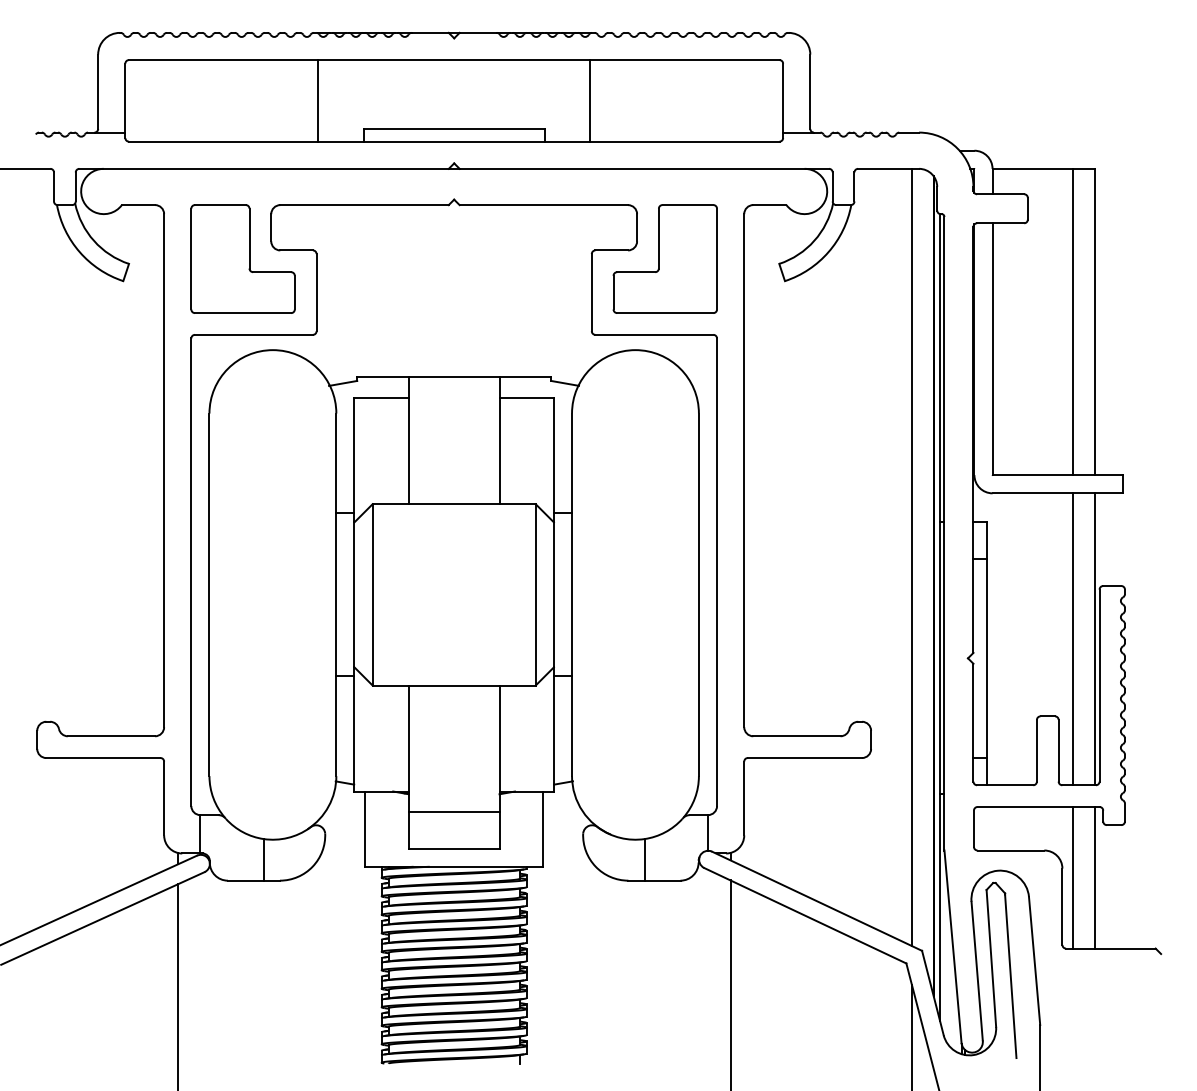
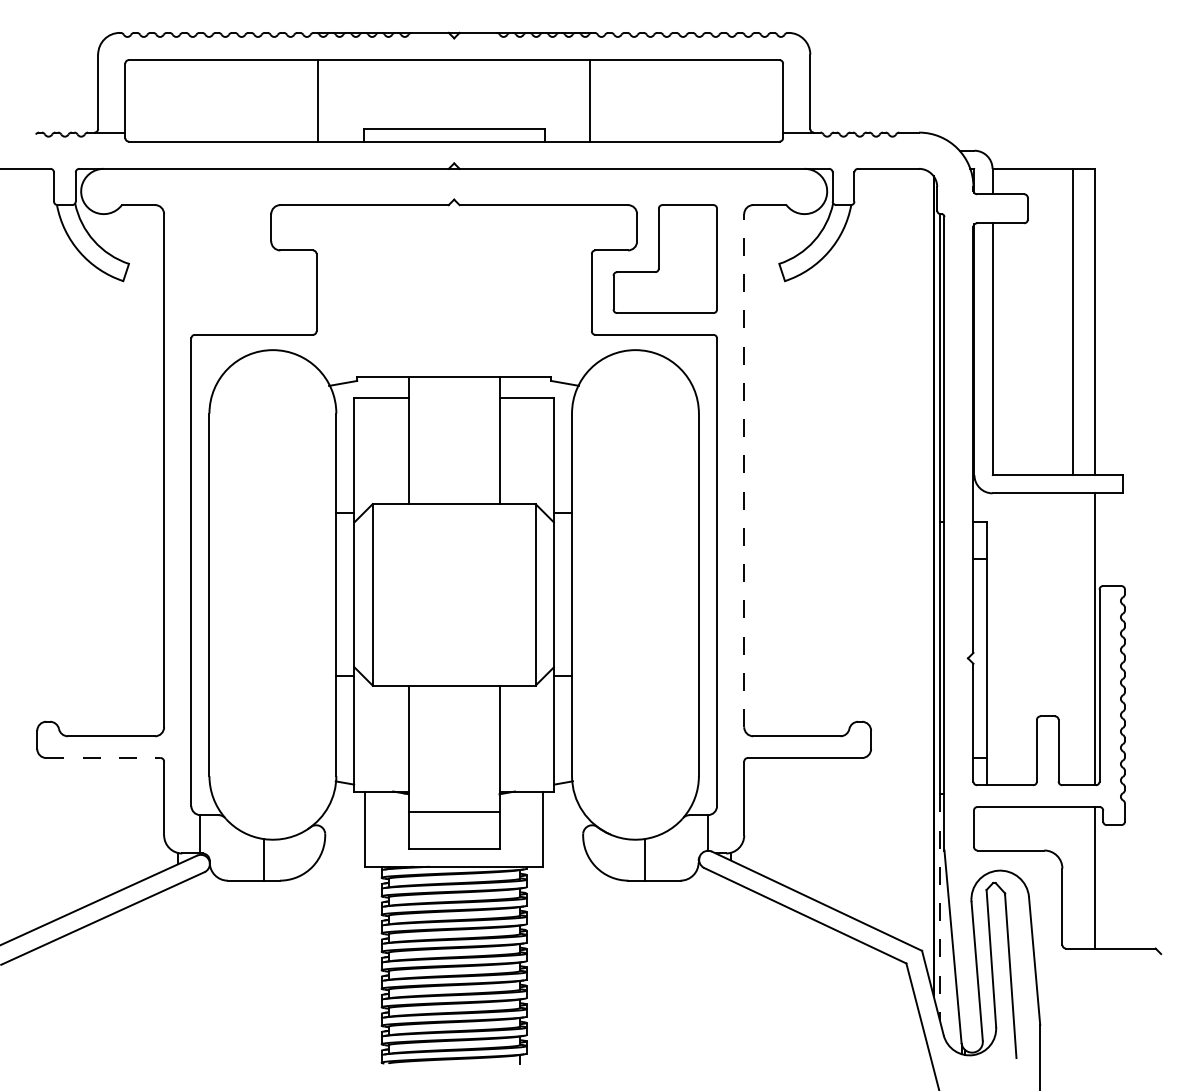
part at (242, 258): present -> none
line at (744, 470): solid -> dashed
line at (911, 557): present -> none
line at (1073, 639): present -> none
line at (103, 758): solid -> dashed
line at (1073, 877): present -> none
line at (939, 908): solid -> dashed
line at (730, 983): present -> none
line at (177, 985): present -> none
line at (911, 1035): present -> none
